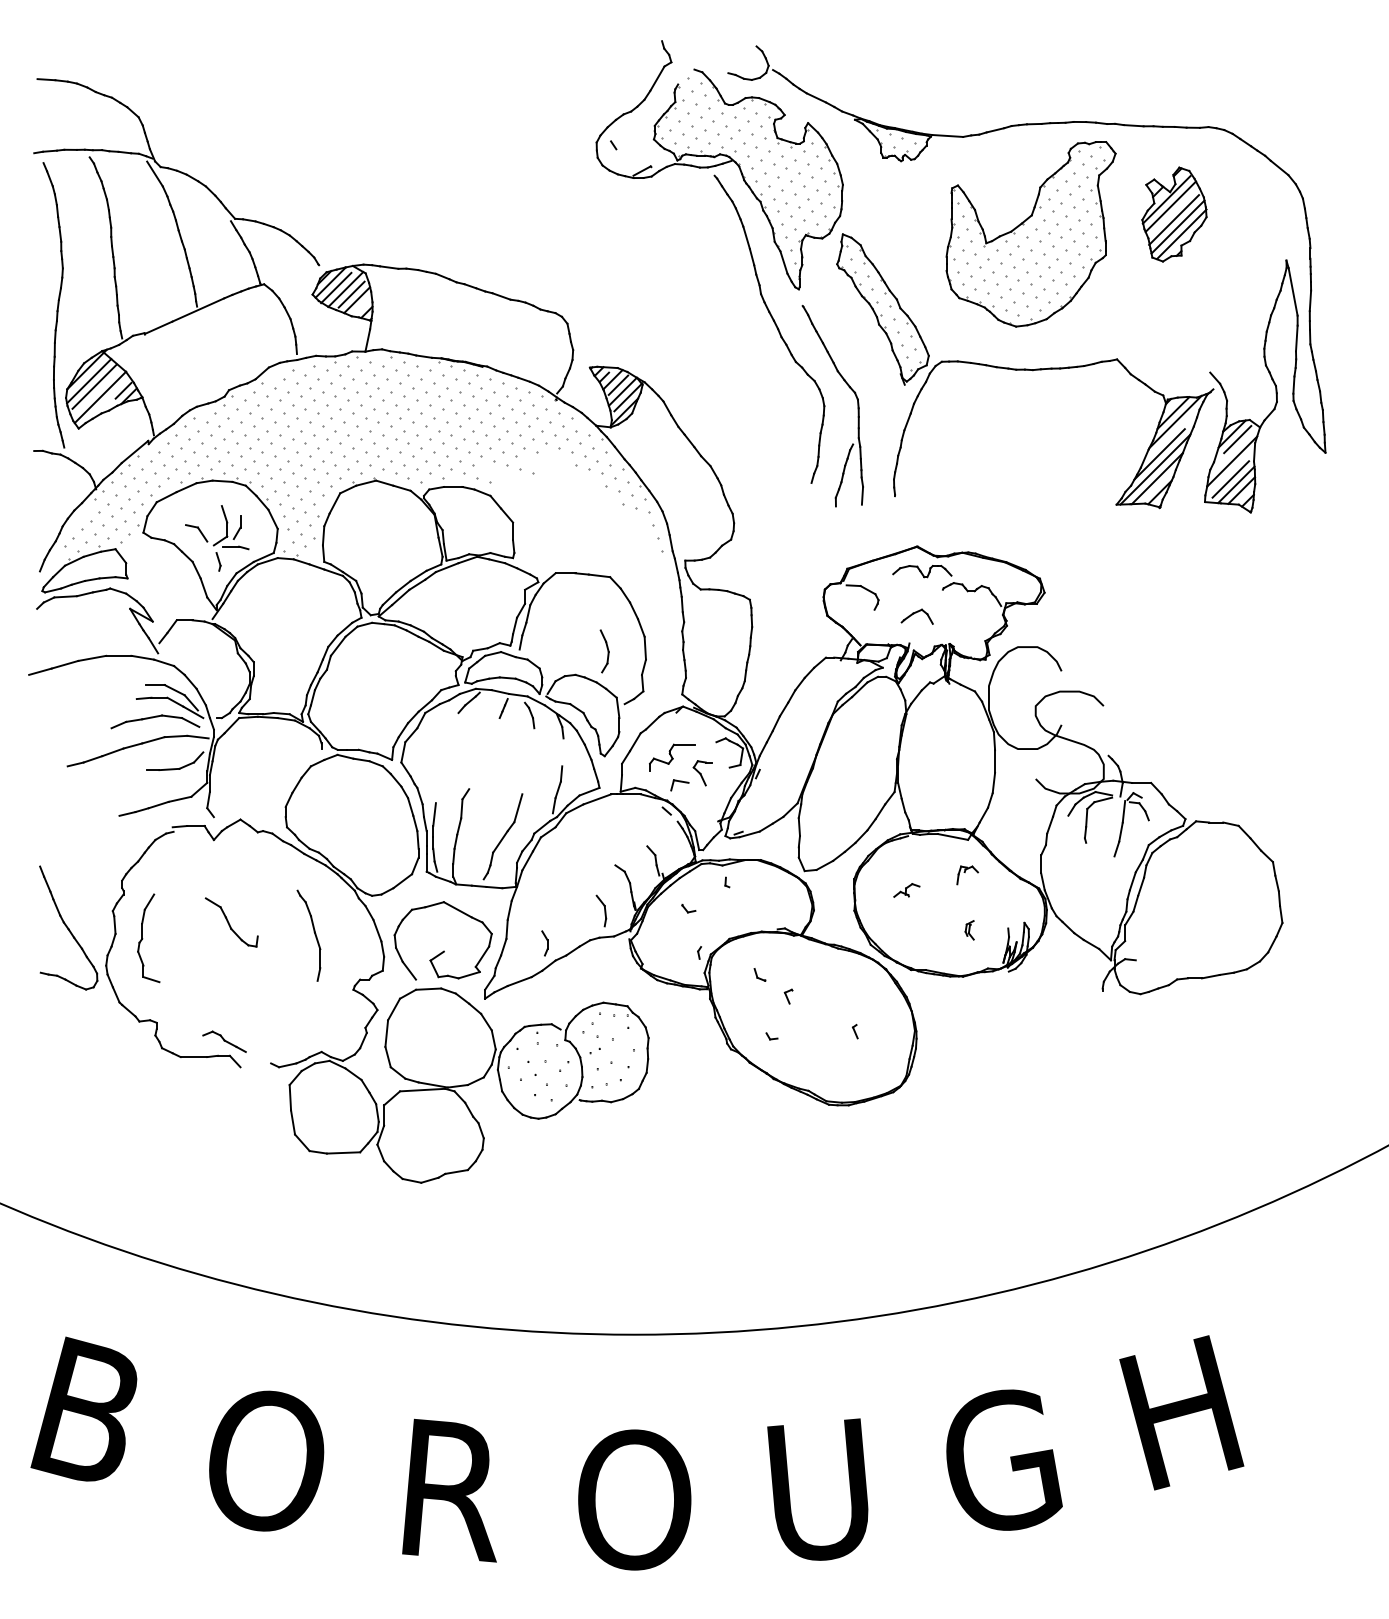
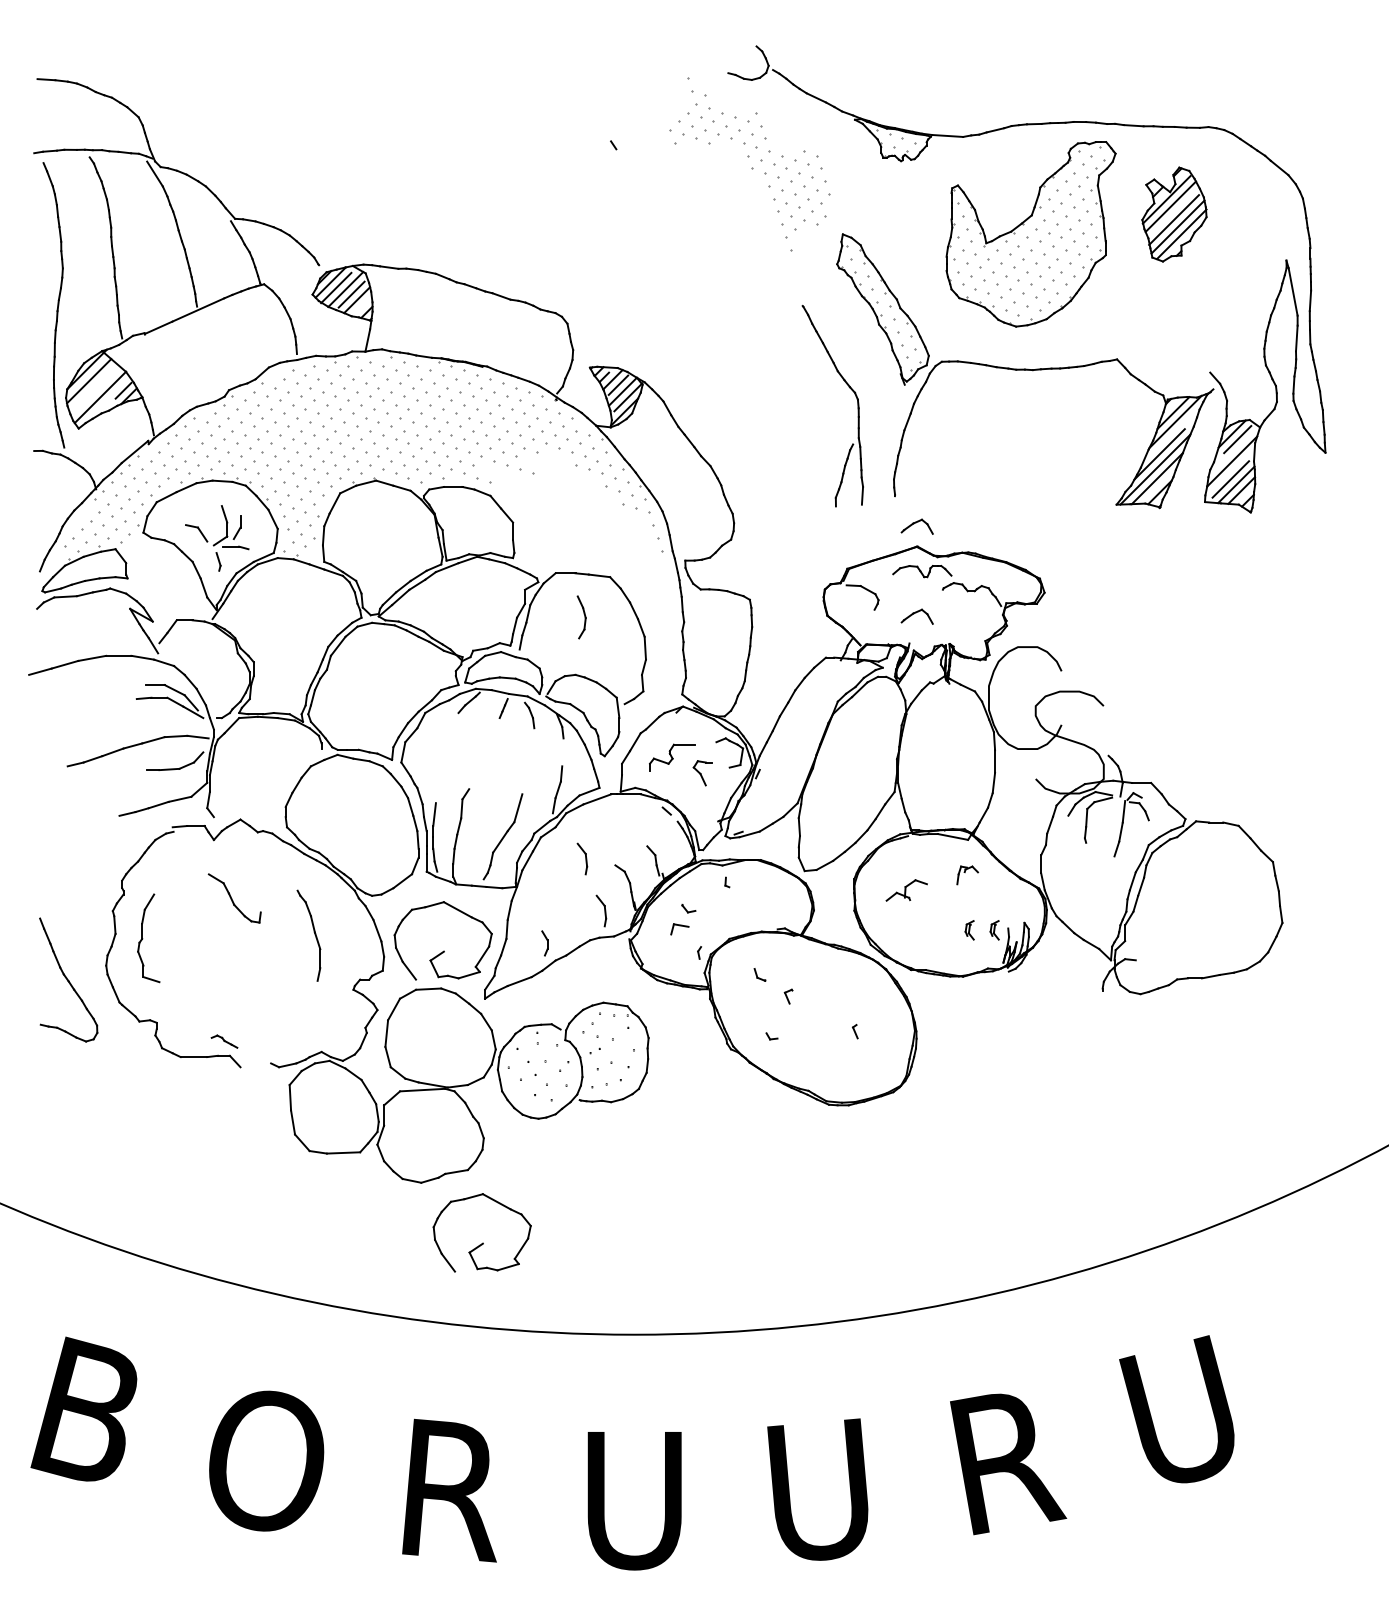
part at (749, 252): present -> none
line at (94, 386): present -> none
part at (916, 526): none -> present
part at (604, 651) position: (604, 651) -> (581, 617)
part at (155, 721): present -> none
part at (679, 785) position: (679, 785) -> (679, 929)
part at (582, 858): none -> present
part at (906, 890) size: 28x15 px -> 43x23 px
part at (231, 922) position: (231, 922) -> (234, 898)
part at (68, 927) position: (68, 927) -> (68, 979)
part at (994, 930): none -> present
part at (224, 1041) size: 45x23 px -> 29x15 px
part at (482, 1242): none -> present
text at (1181, 1412): H -> U
text at (1006, 1462): G -> R
text at (634, 1499): O -> U
